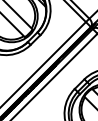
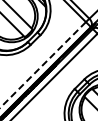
line at (42, 65): solid -> dashed
